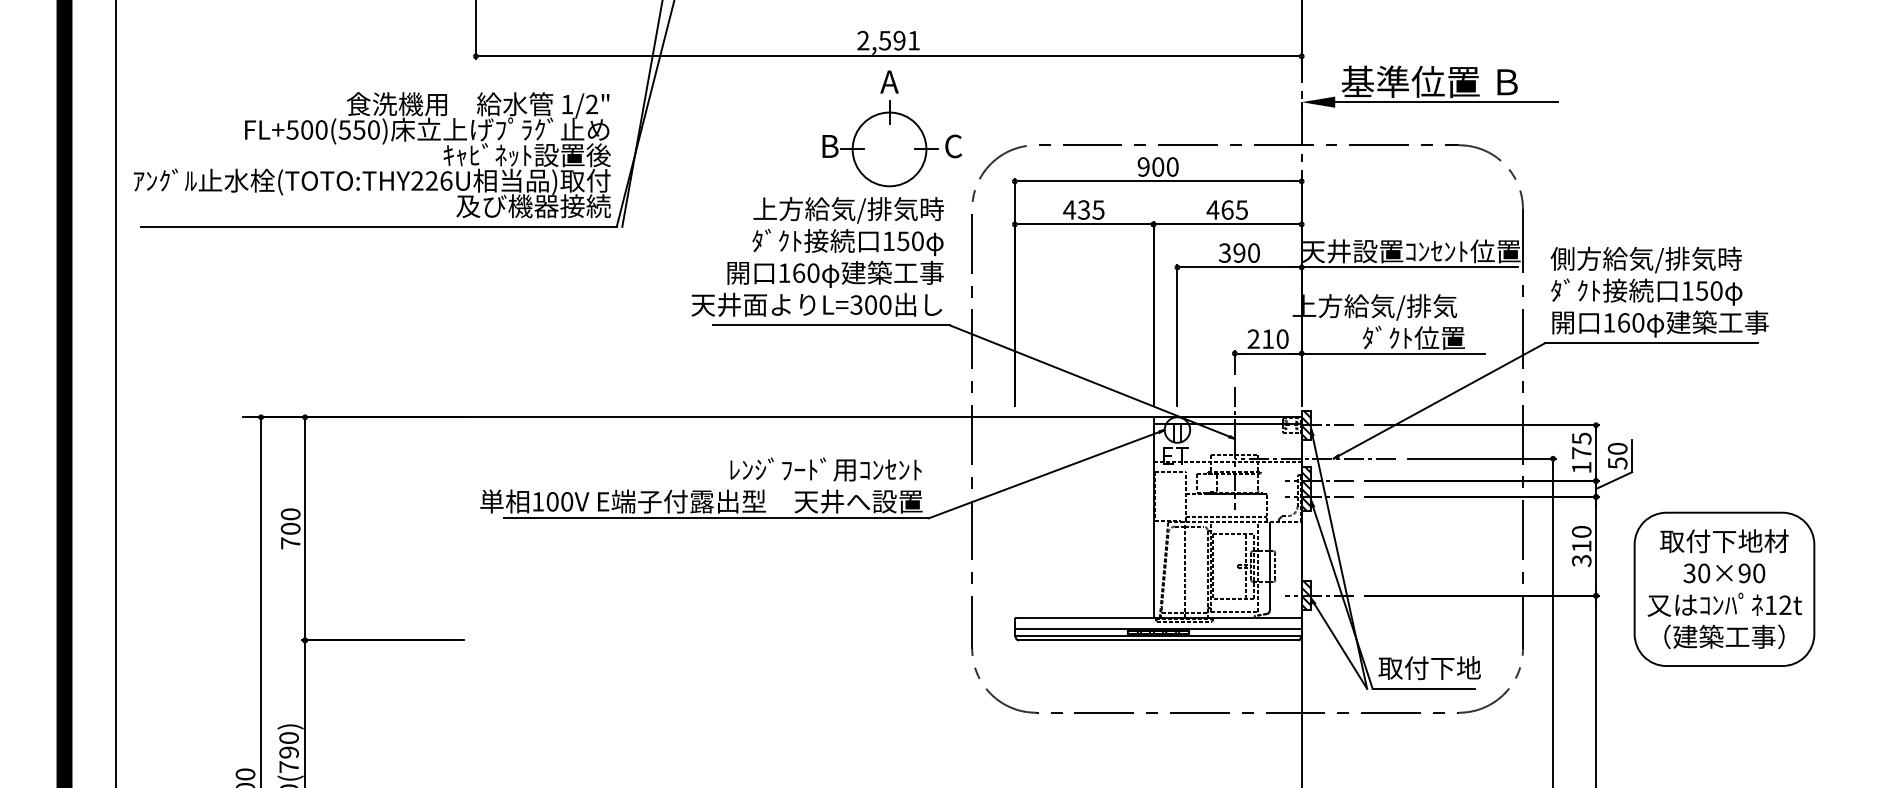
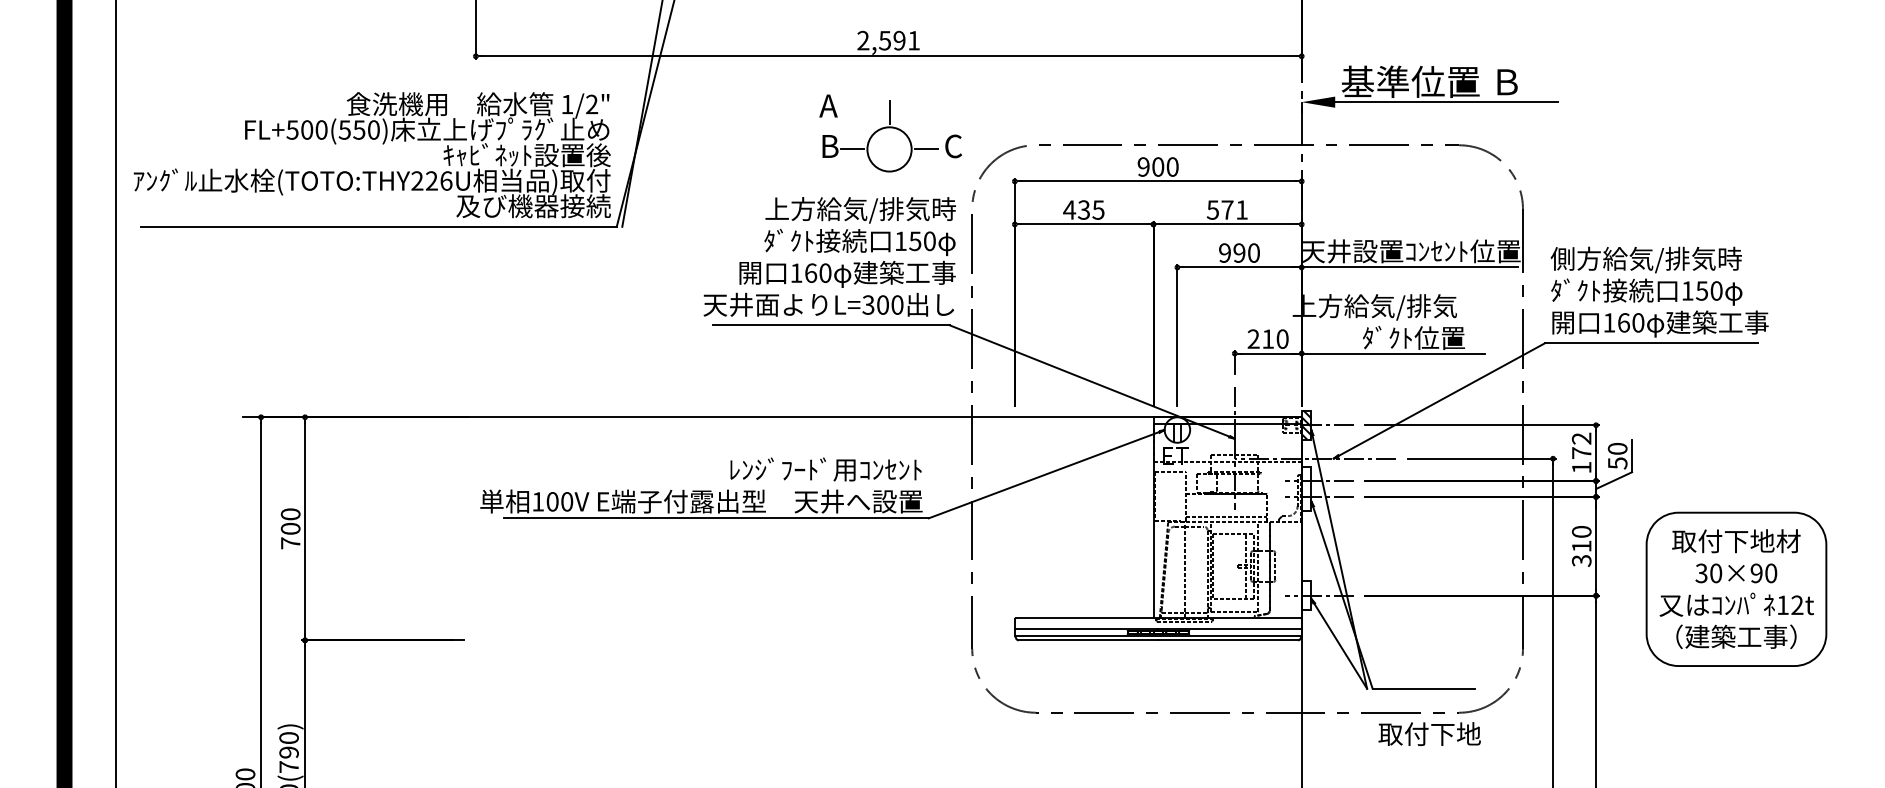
text at (889, 81) position: (889, 81) -> (828, 105)
circle at (889, 149) diameter: 74 px -> 44 px
text at (1226, 209): 465 -> 571
text at (1224, 252): 390 -> 990
text at (817, 256) position: (817, 256) -> (829, 256)
text at (1581, 438): 175 -> 172
hatch at (1306, 488): present -> none
part at (1724, 588) position: (1724, 588) -> (1736, 588)
hatch at (1306, 595): present -> none
text at (1429, 667) position: (1429, 667) -> (1429, 733)
